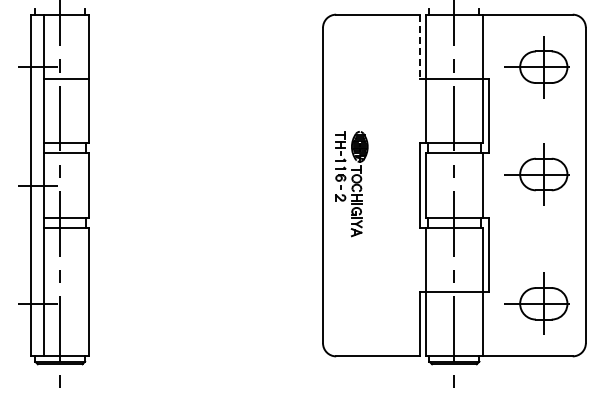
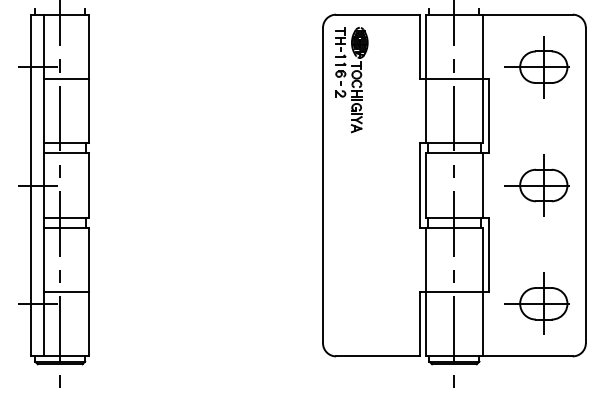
line at (420, 47): dashed -> solid
part at (536, 174) position: (536, 174) -> (536, 185)
part at (351, 184) position: (351, 184) -> (351, 80)
line at (66, 291): none -> present
